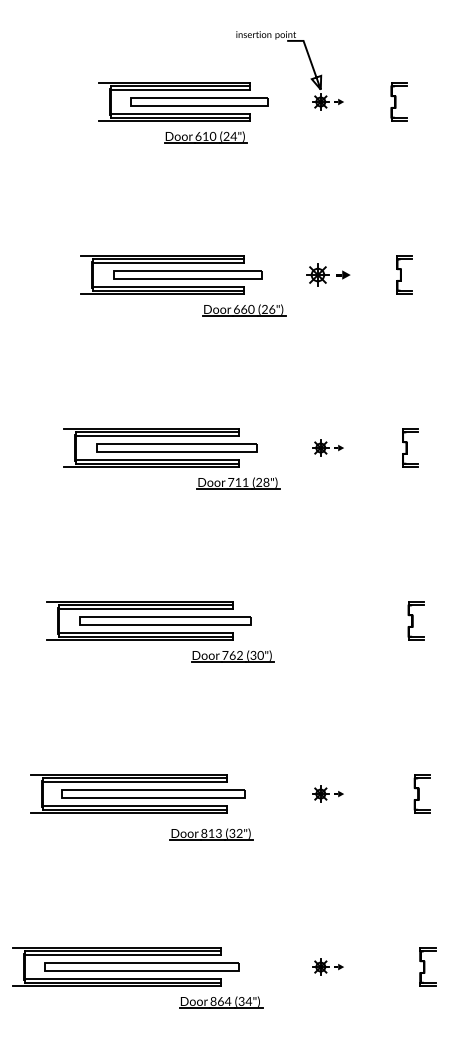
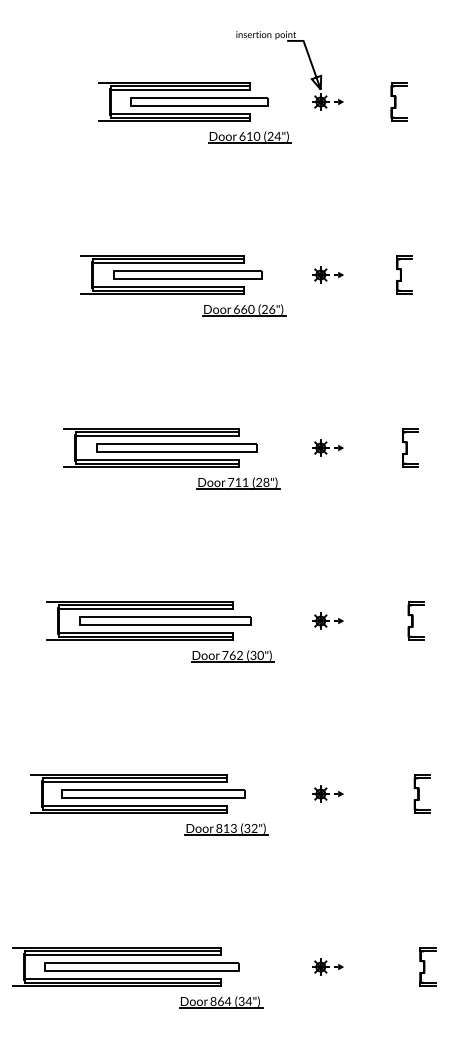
part at (205, 137) position: (205, 137) -> (249, 137)
part at (328, 274) size: 45x24 px -> 32x18 px
part at (327, 620): none -> present
part at (211, 834) position: (211, 834) -> (226, 829)
